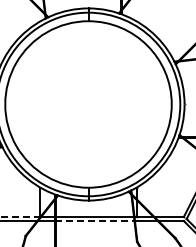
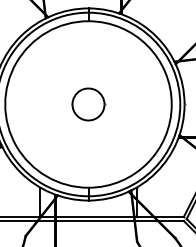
part at (88, 104): none -> present
line at (20, 216): dashed -> solid
line at (95, 221): dashed -> solid
